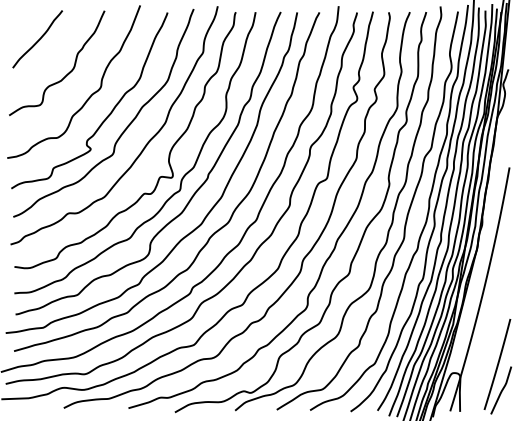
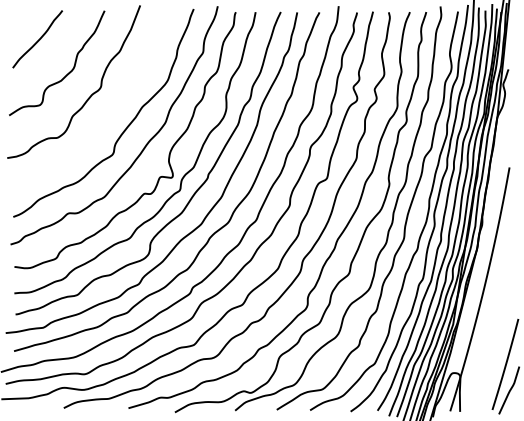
curve at (106, 116): present -> none
part at (497, 366) position: (497, 366) -> (505, 366)
